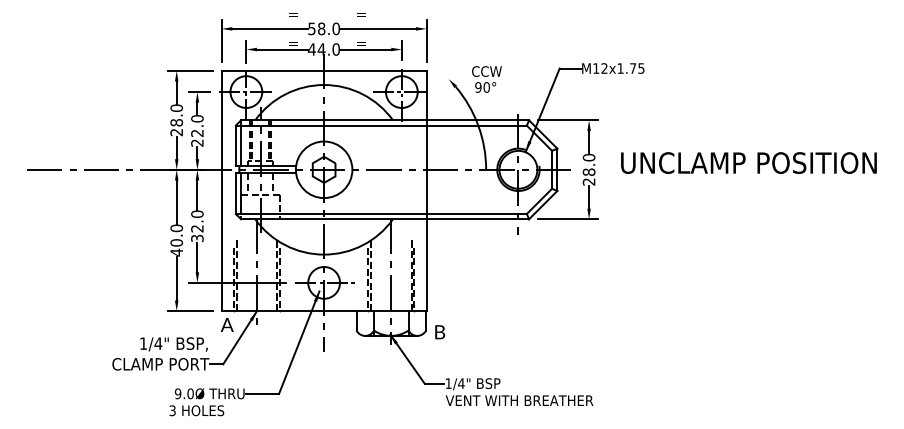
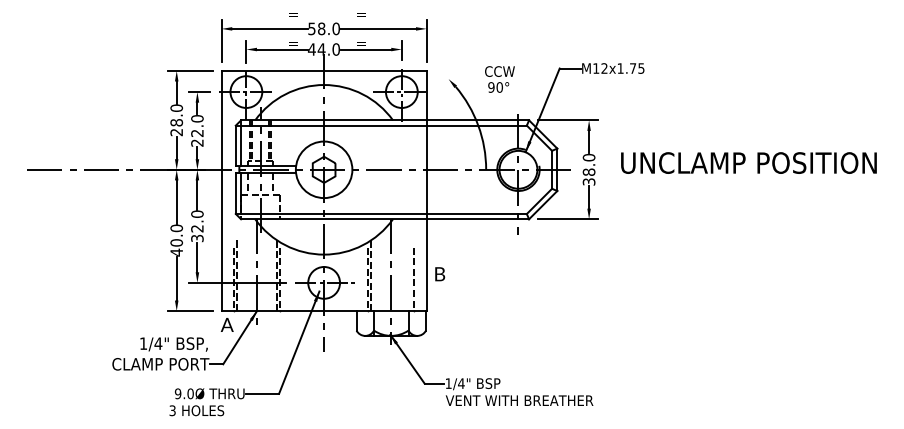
text at (486, 79) position: (486, 79) -> (499, 79)
text at (589, 181): 28.0 -> 38.0
line at (411, 275): present -> none
text at (440, 332) position: (440, 332) -> (440, 274)
